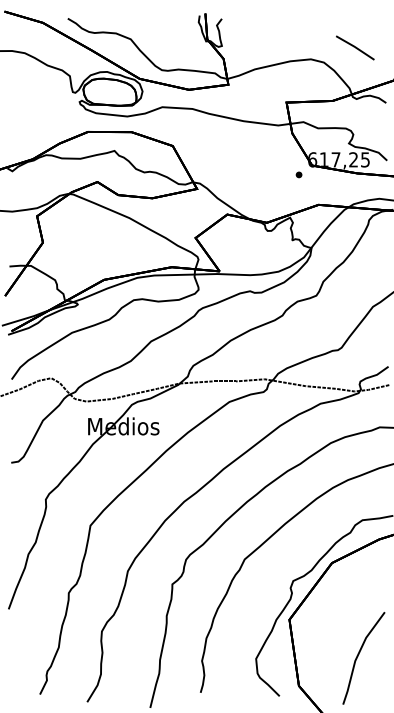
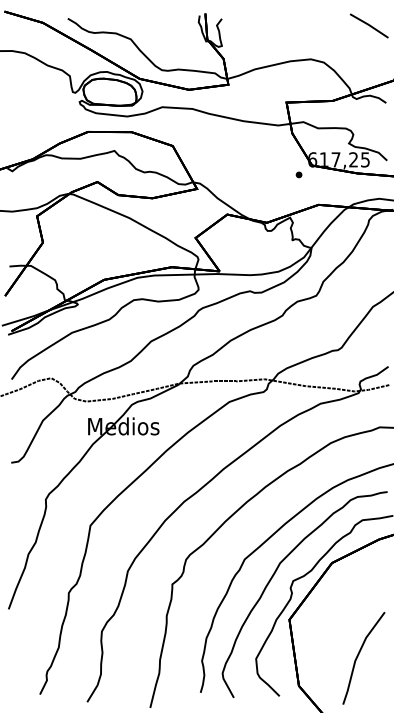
line at (355, 47) position: (355, 47) -> (369, 25)
curve at (274, 575): none -> present
